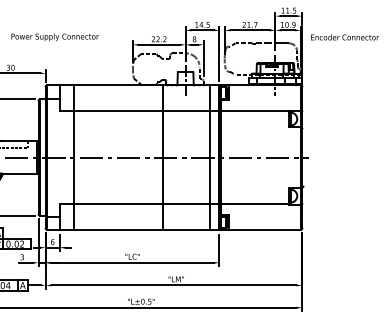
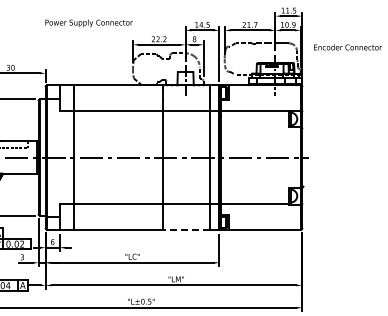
text at (54, 37) position: (54, 37) -> (88, 23)
text at (344, 37) position: (344, 37) -> (347, 47)
line at (186, 229): solid -> dashed
